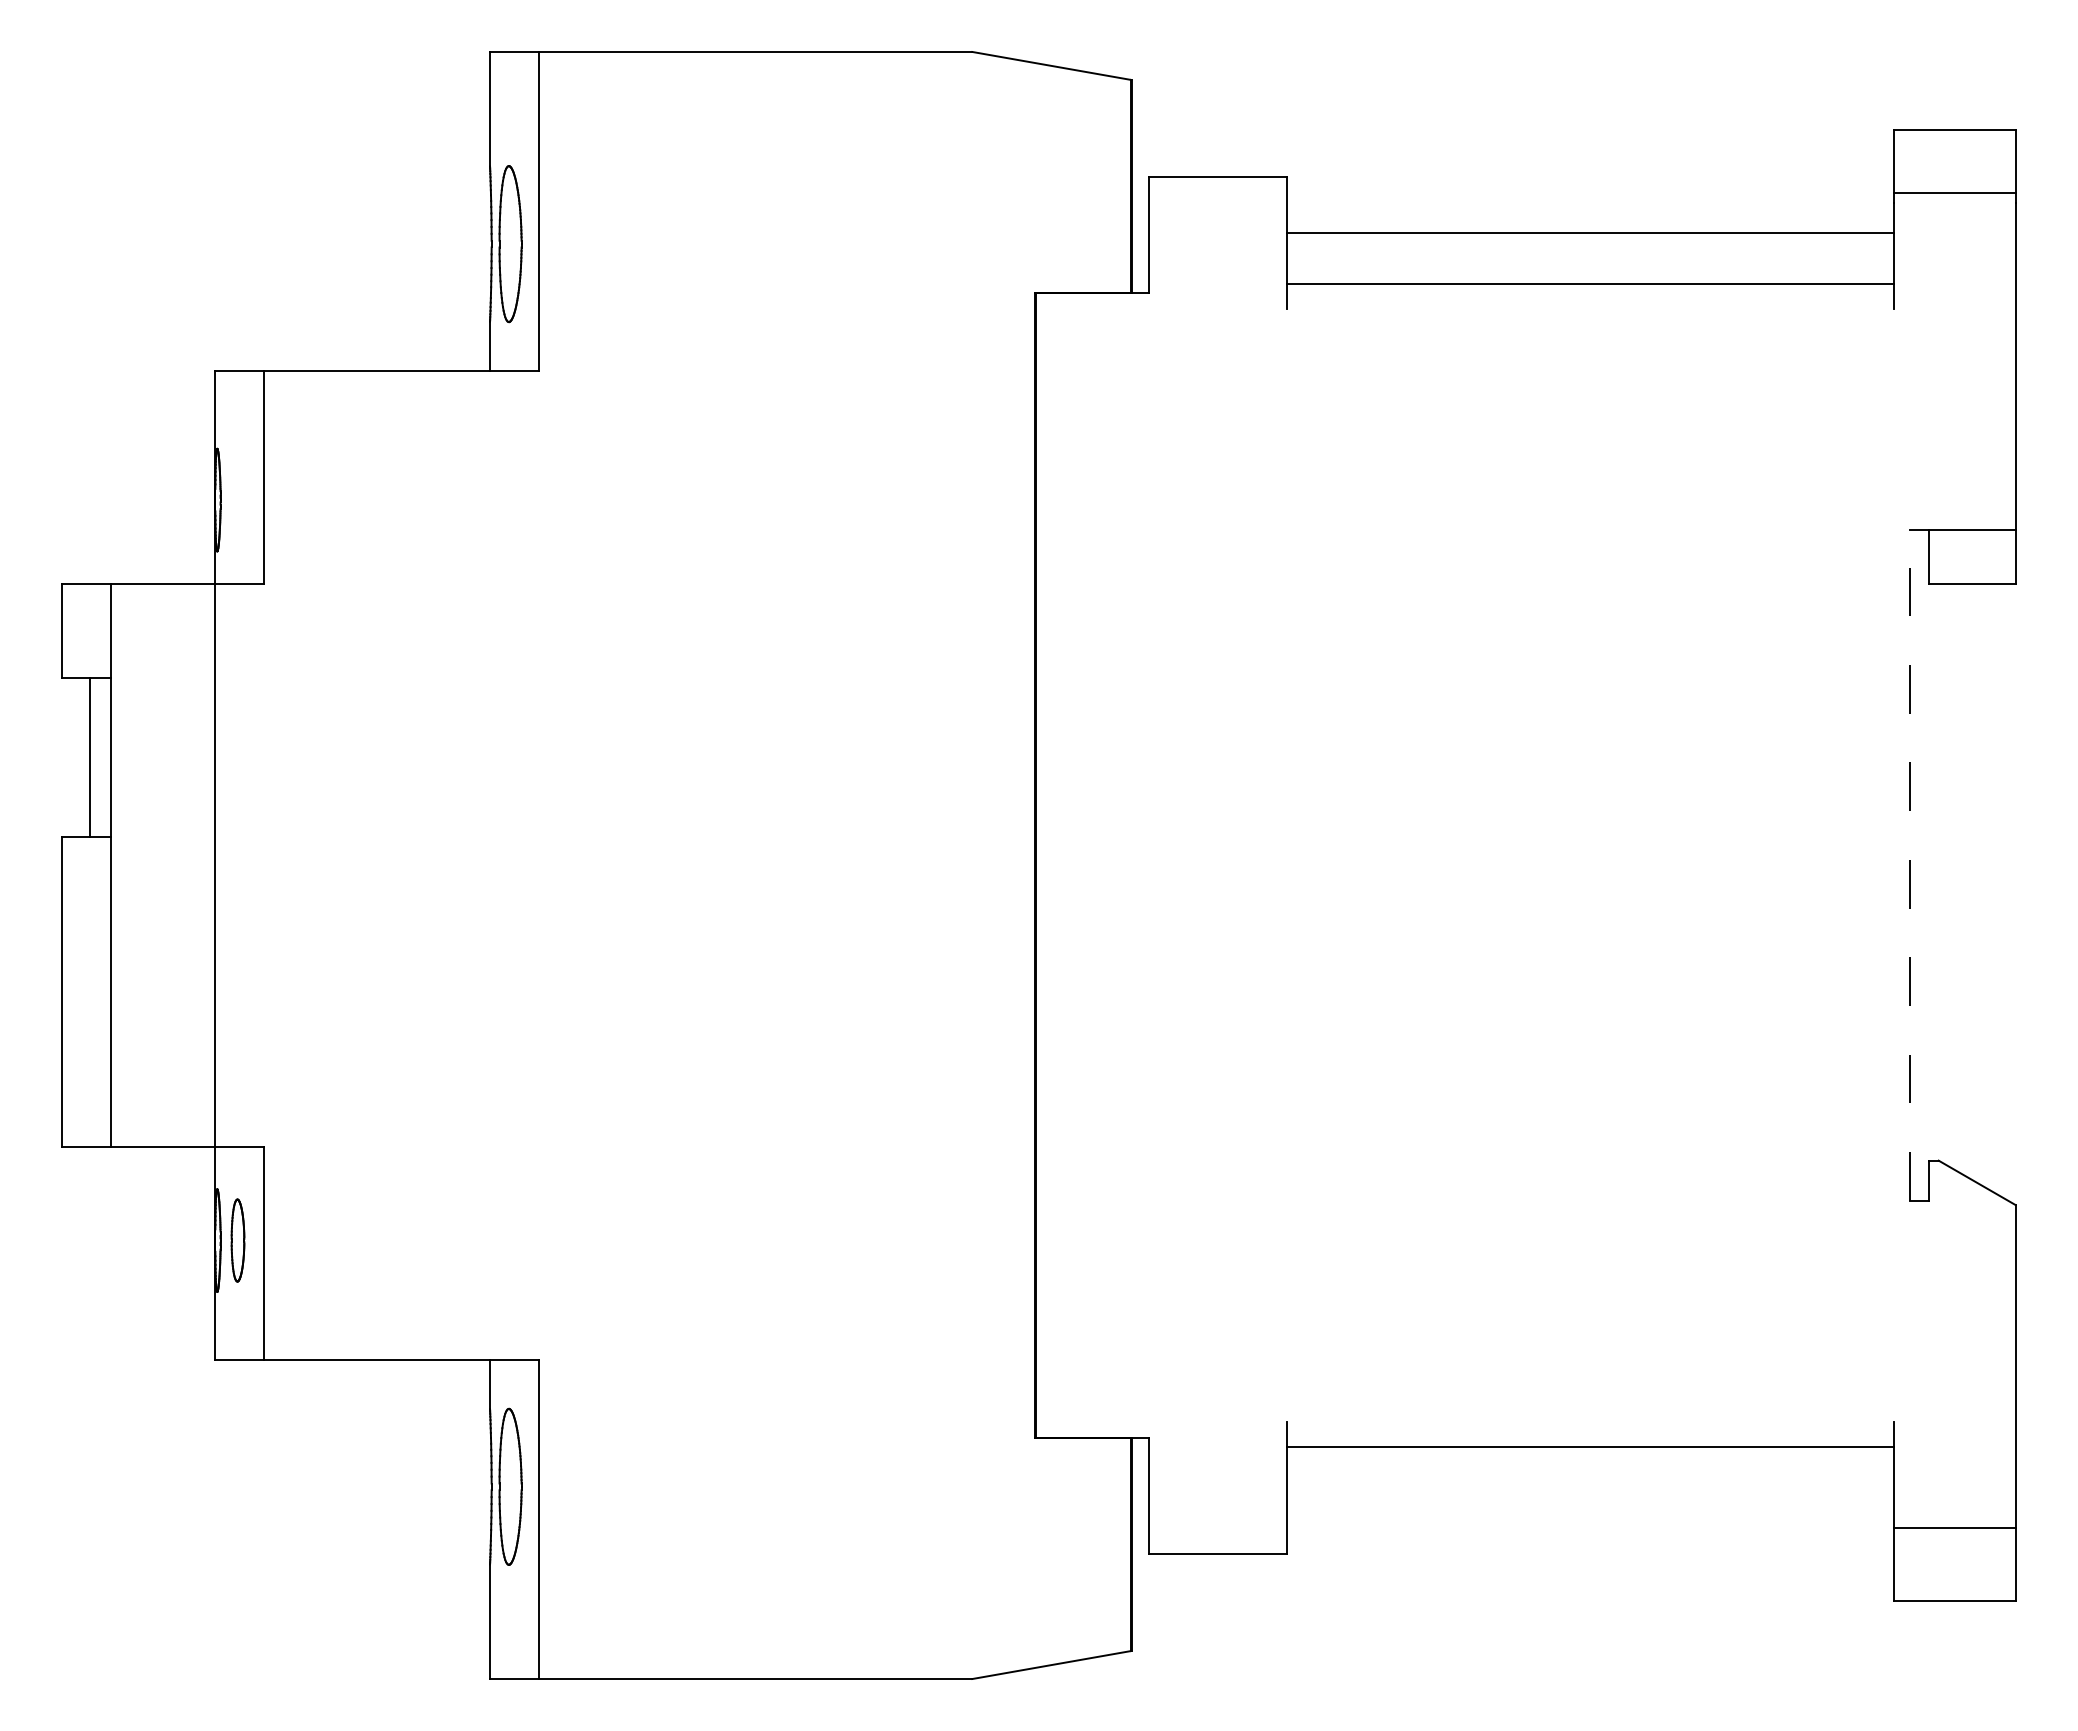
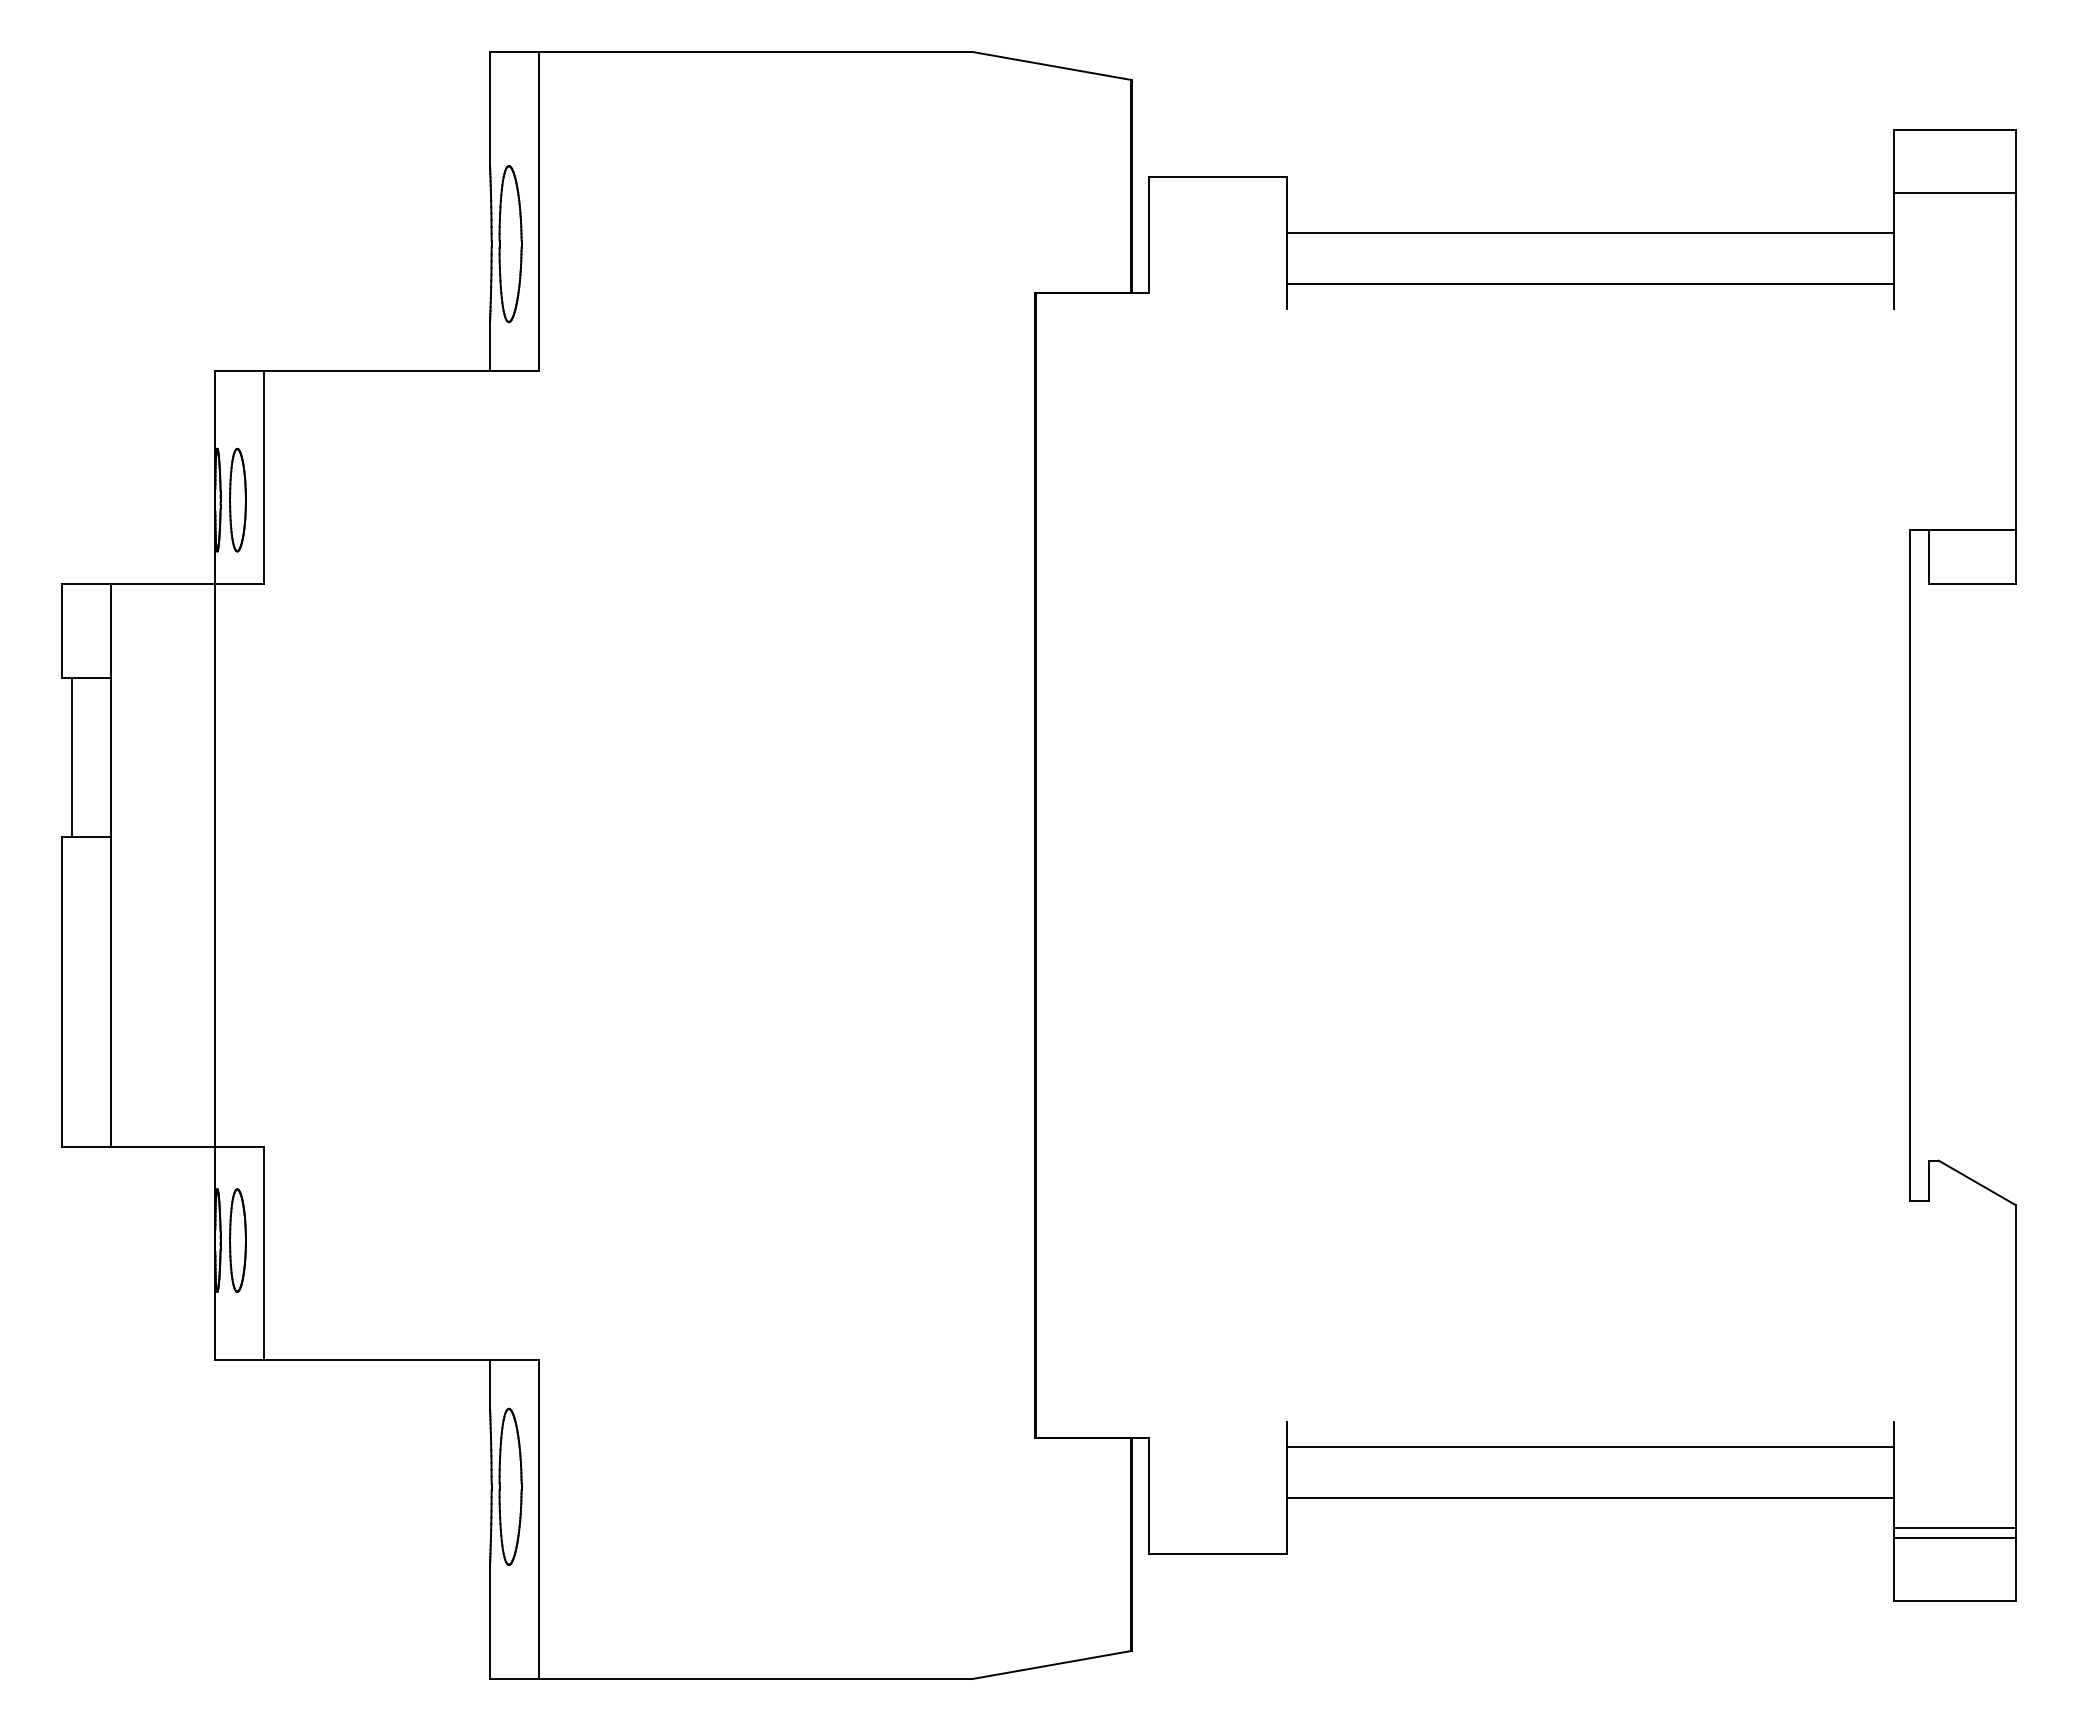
part at (237, 499): none -> present
line at (90, 756) position: (90, 756) -> (72, 756)
line at (1910, 865): dashed -> solid
part at (237, 1240) size: 16x85 px -> 18x105 px
line at (1589, 1498): none -> present
line at (1954, 1537): none -> present
